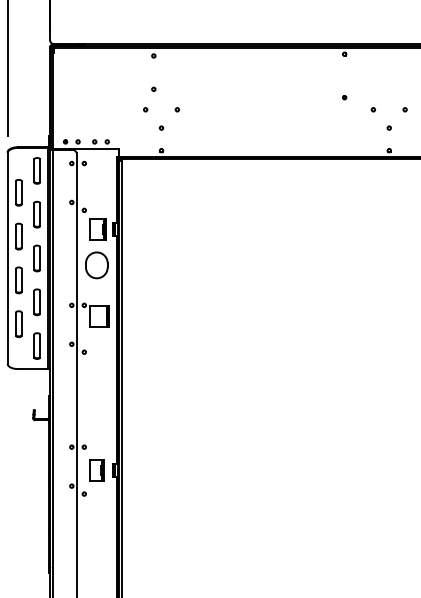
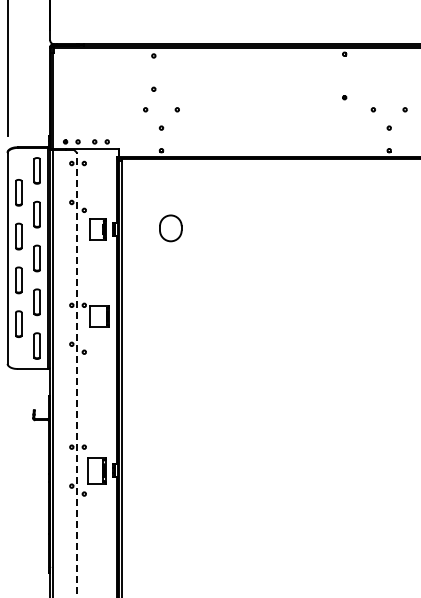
part at (96, 265) position: (96, 265) -> (170, 228)
line at (76, 375): solid -> dashed
part at (96, 470) size: 16x23 px -> 20x28 px
